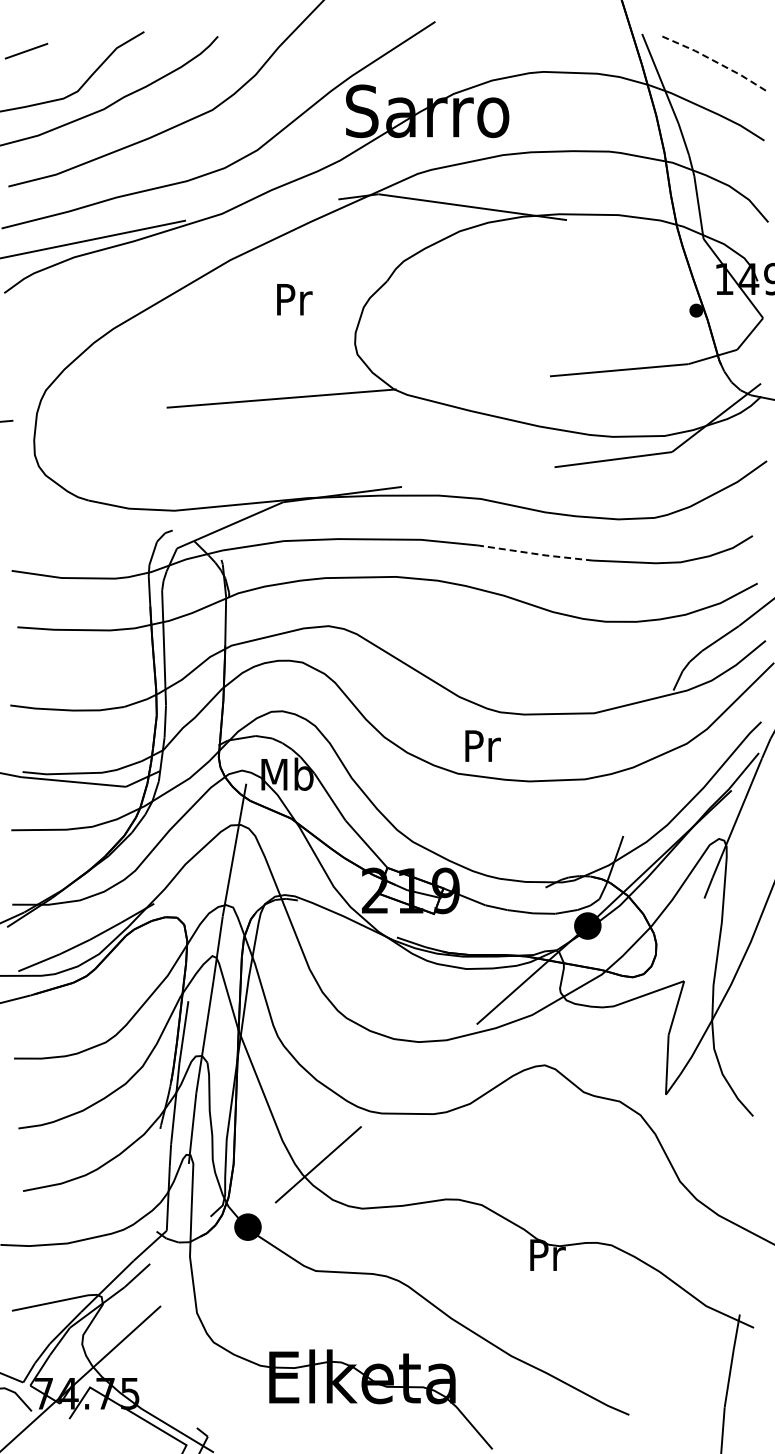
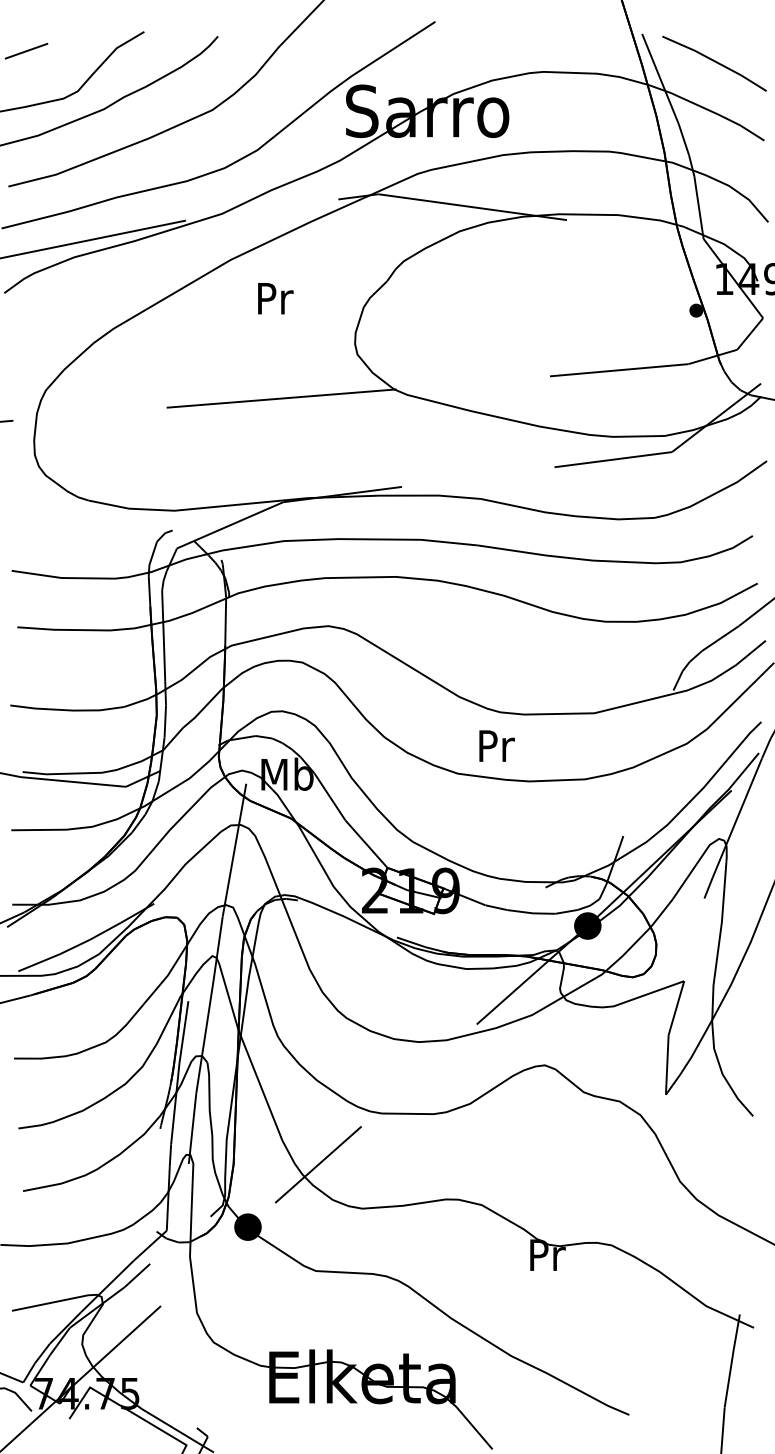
line at (716, 62): dashed -> solid
text at (294, 299) position: (294, 299) -> (275, 298)
line at (536, 554): dashed -> solid
text at (482, 745) position: (482, 745) -> (496, 745)
